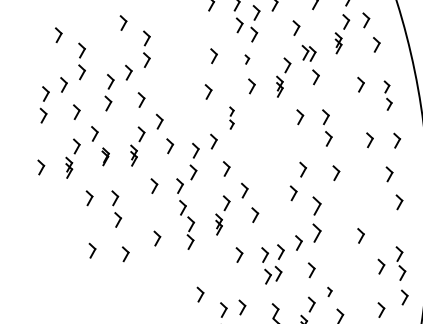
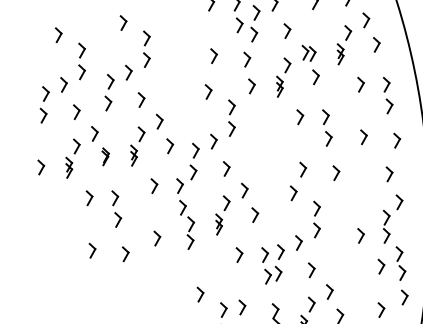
part at (296, 27) position: (296, 27) -> (287, 30)
part at (342, 34) position: (342, 34) -> (344, 45)
part at (247, 59) size: 7x11 px -> 9x17 px
part at (387, 95) size: 10x31 px -> 11x38 px
part at (231, 117) size: 6x24 px -> 8x38 px
part at (369, 140) position: (369, 140) -> (363, 137)
part at (316, 219) size: 10x47 px -> 8x39 px
part at (386, 226): none -> present
part at (329, 291) size: 6x11 px -> 8x16 px
